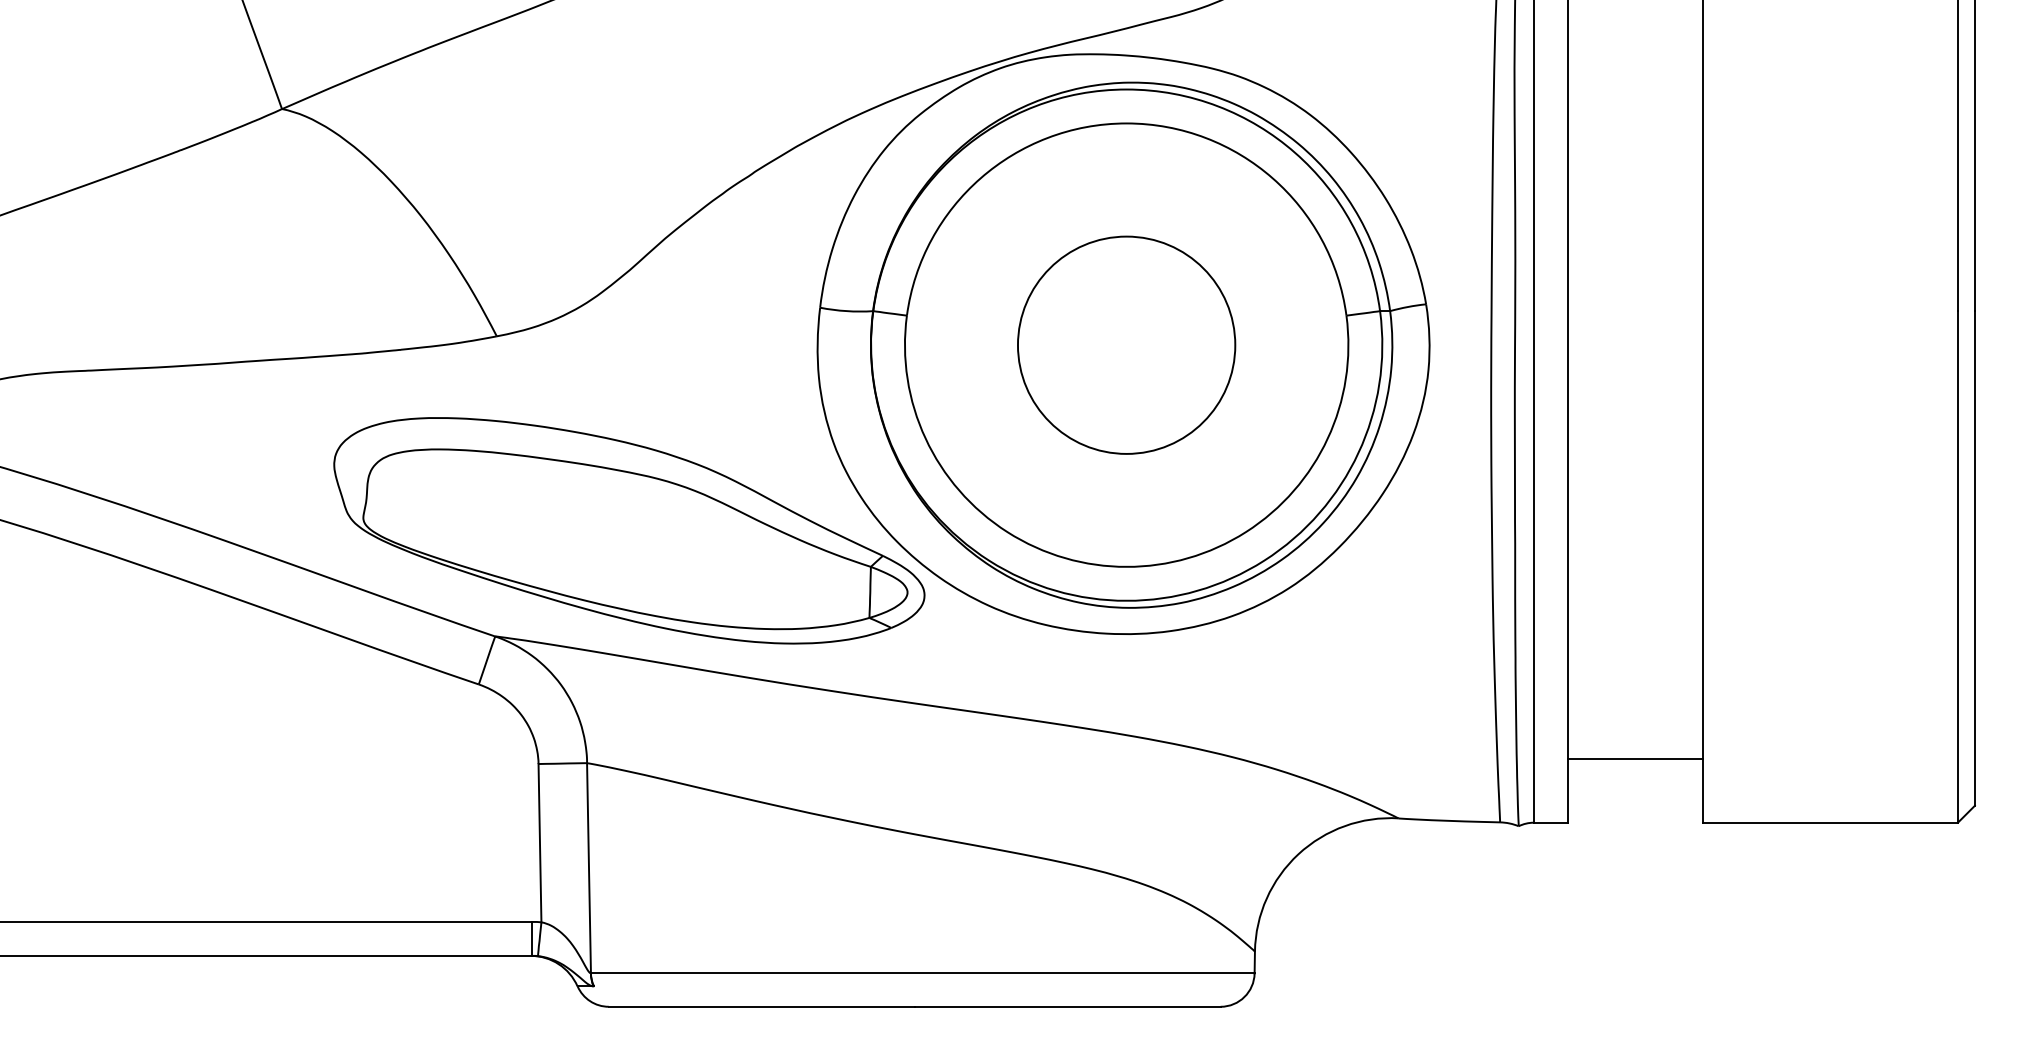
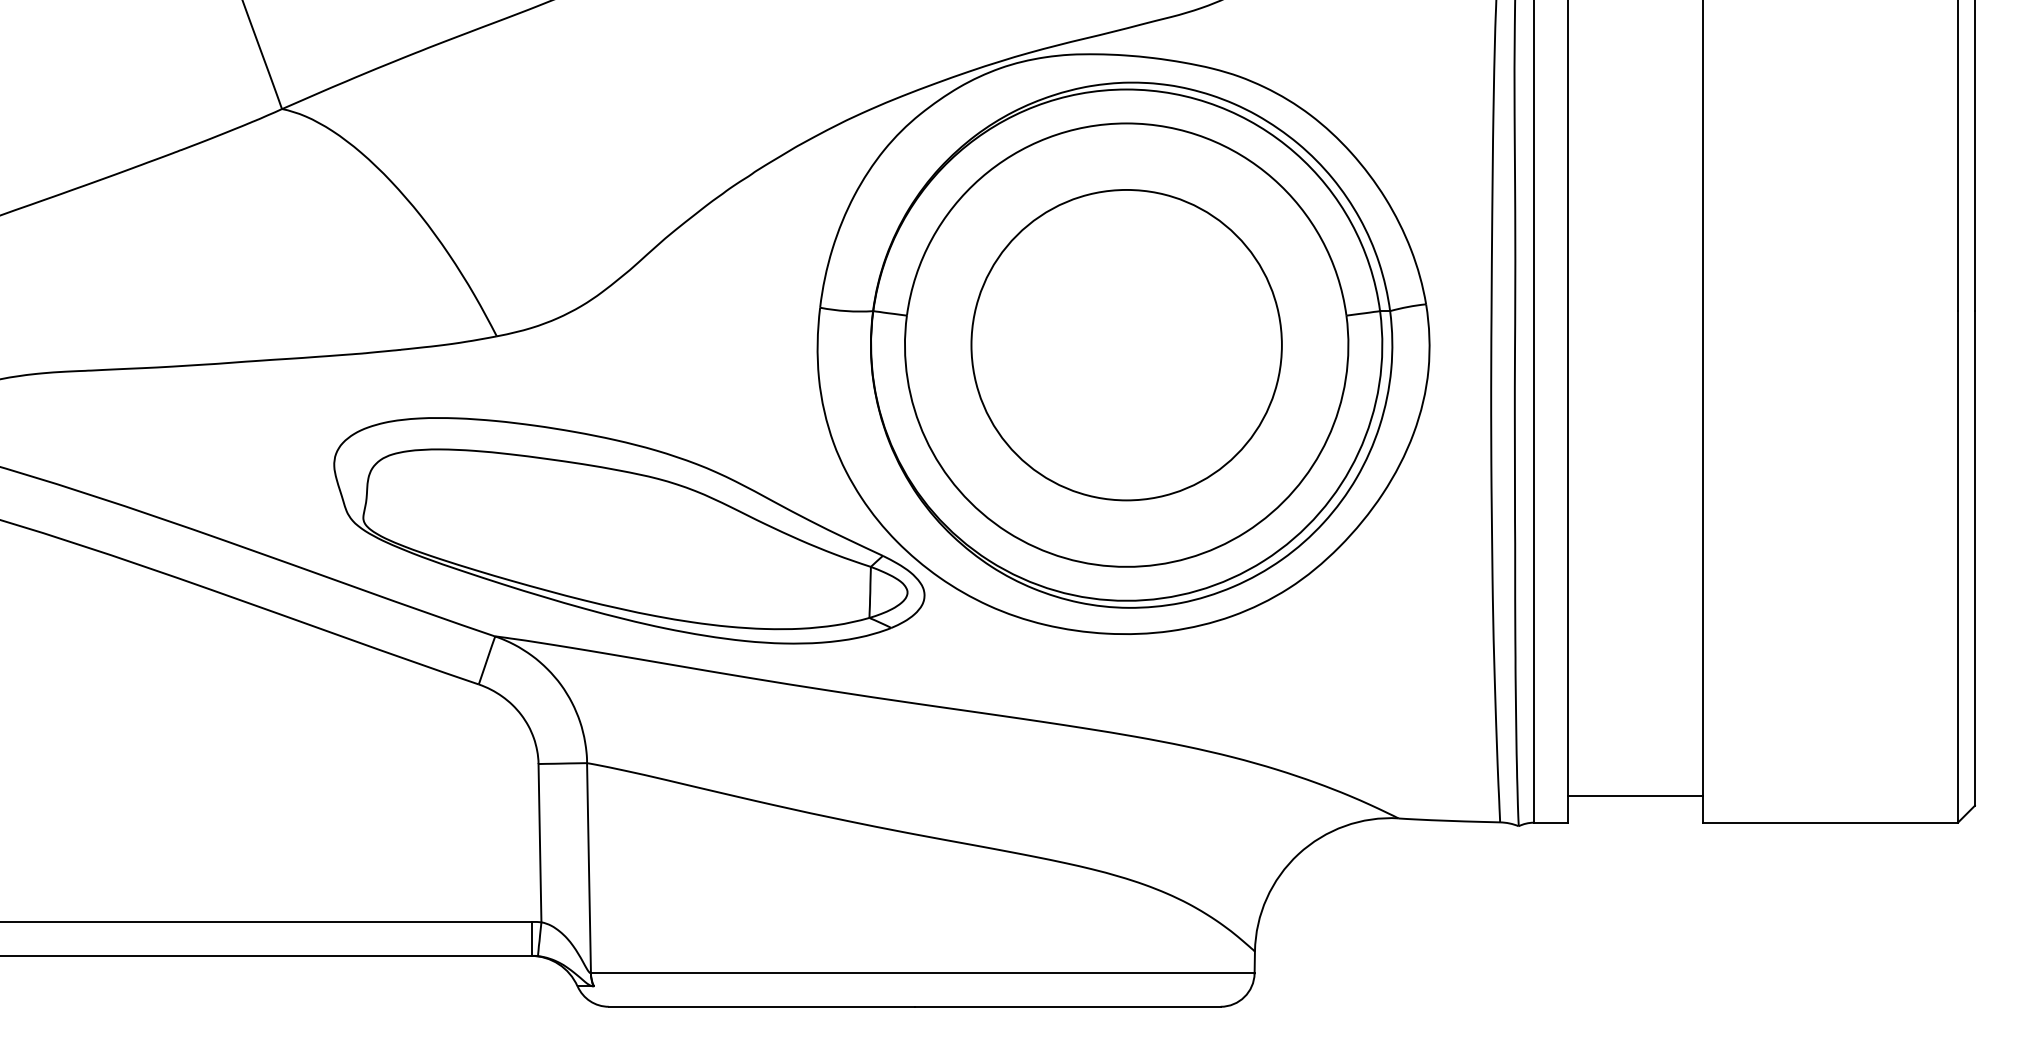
circle at (1126, 344) size: 220x220 px -> 313x313 px
line at (1635, 758) position: (1635, 758) -> (1635, 795)
